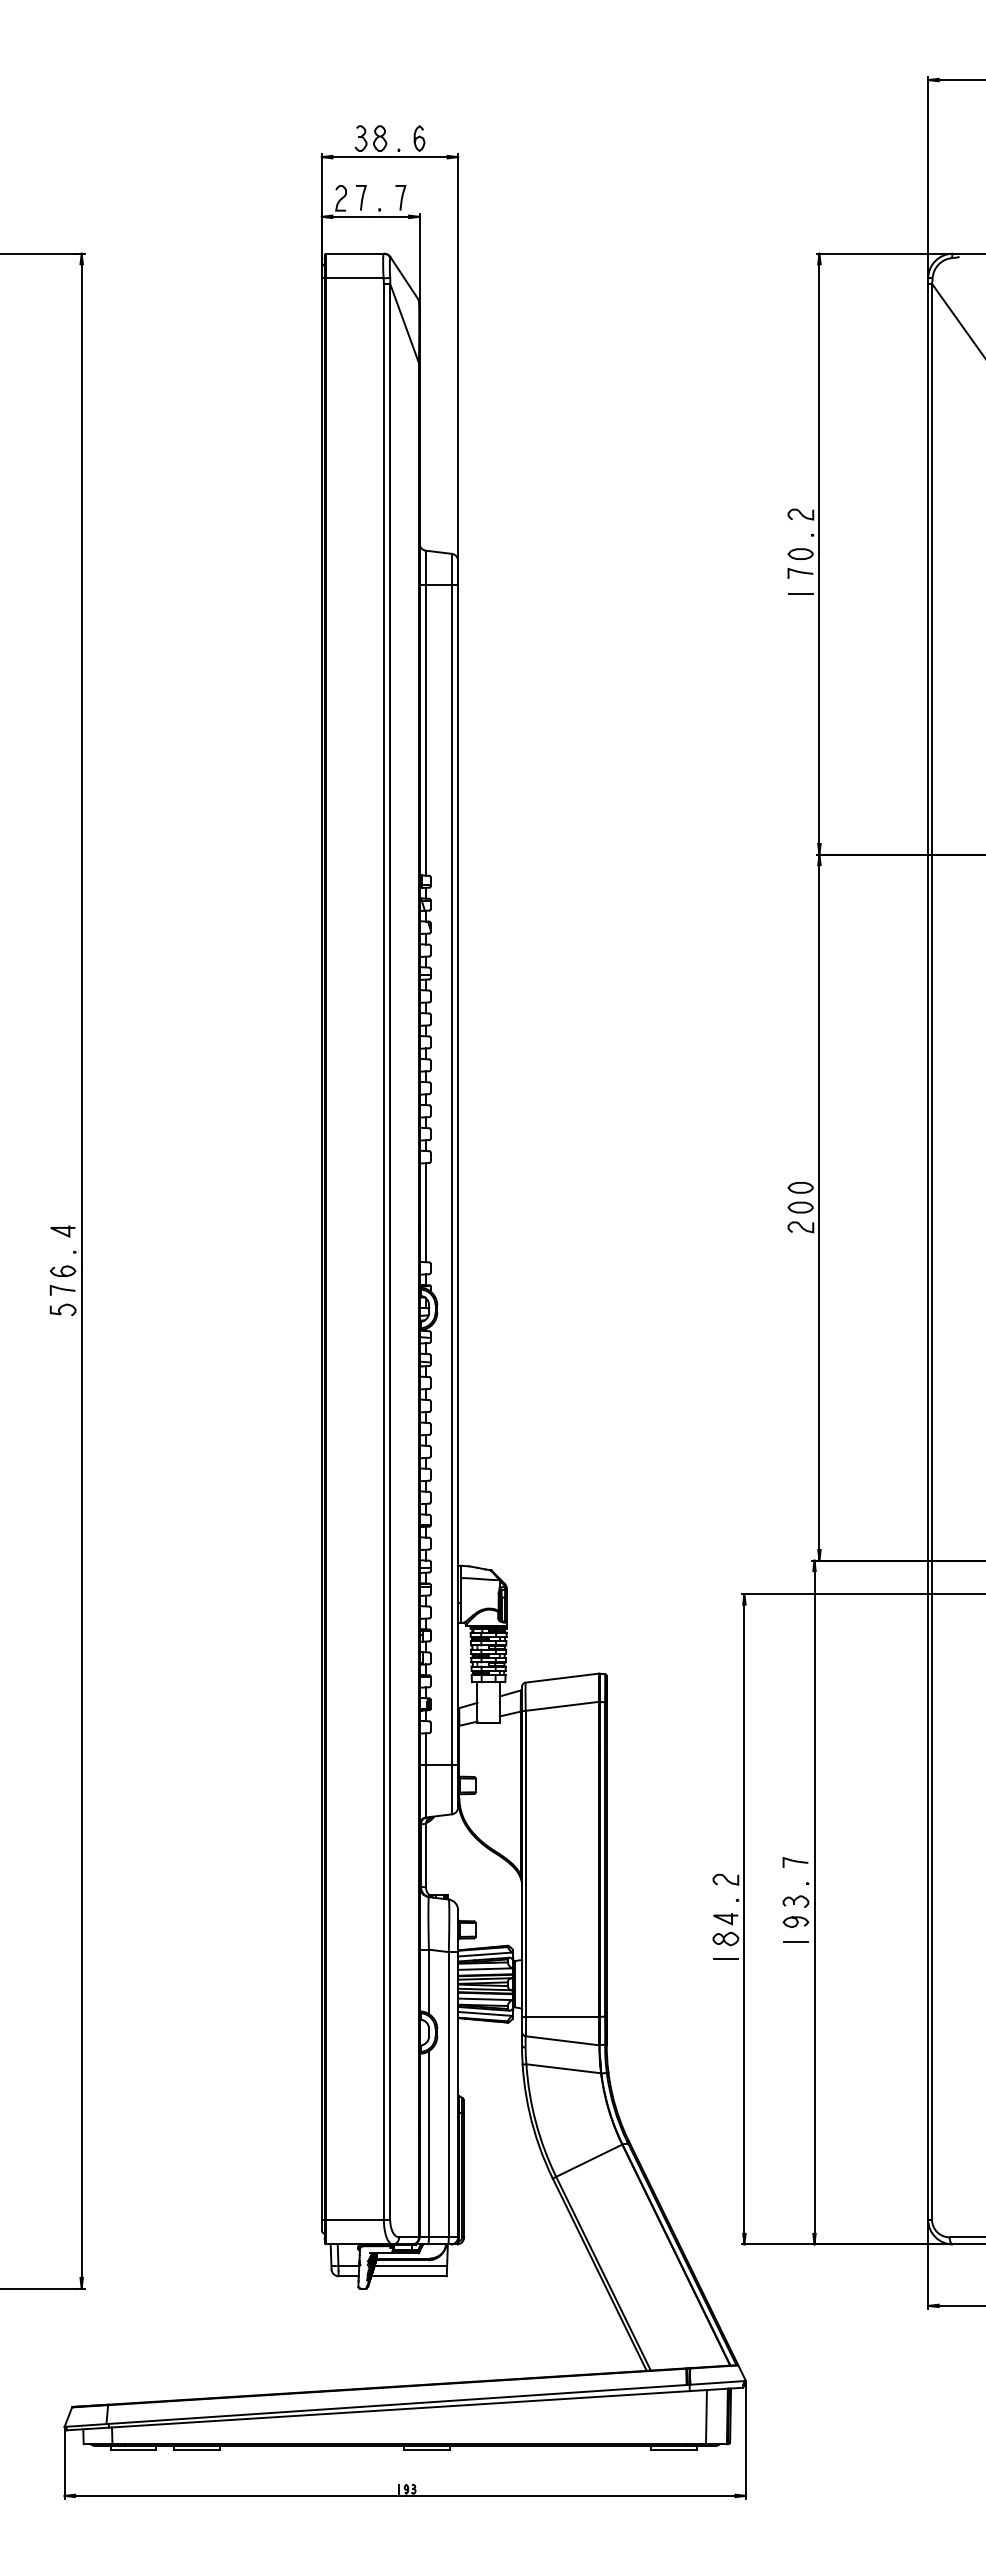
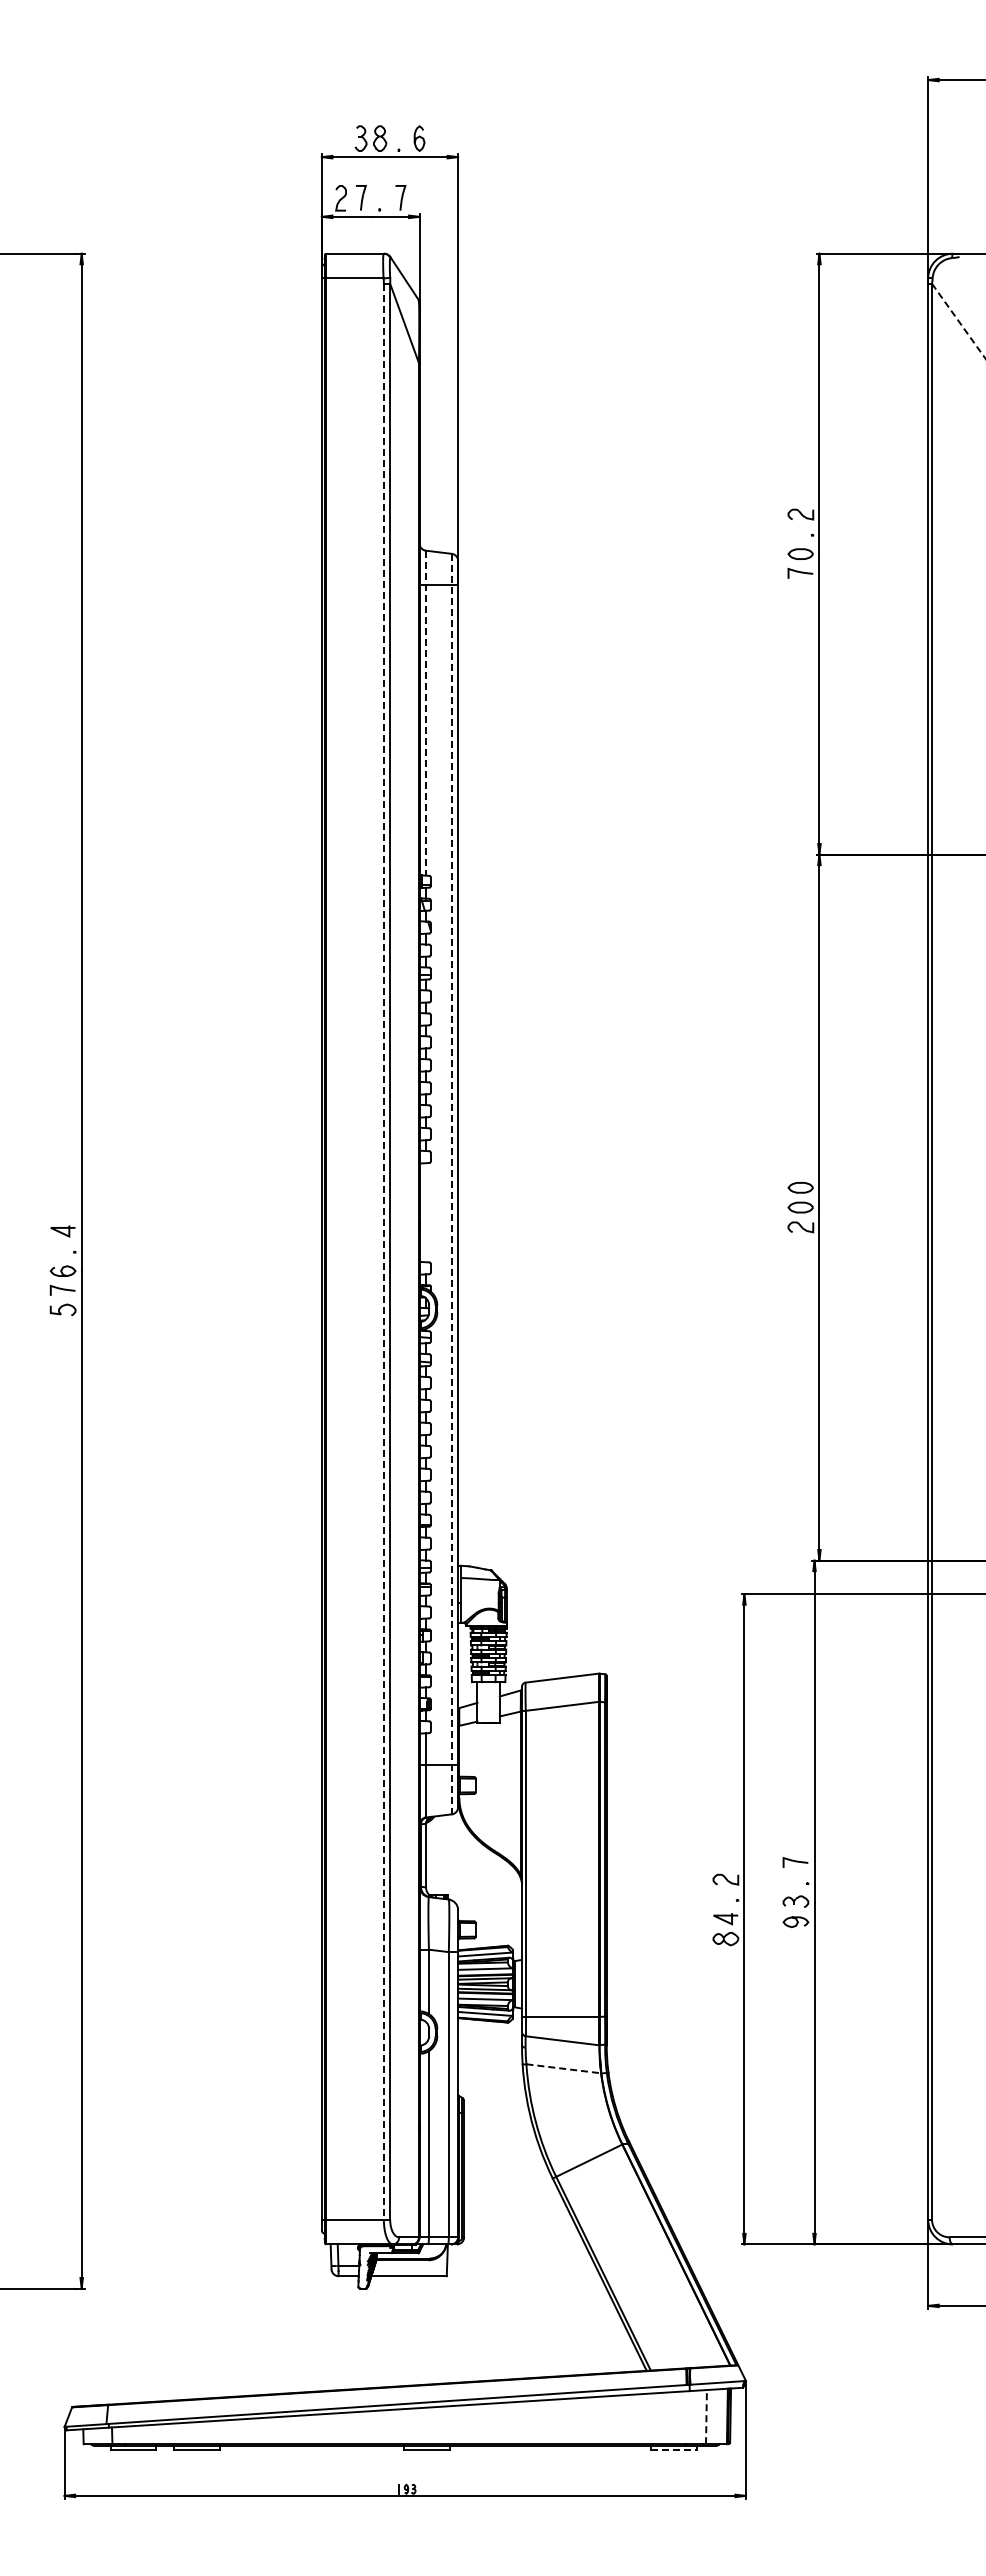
line at (959, 321): solid -> dashed
line at (800, 593): present -> none
line at (425, 713): solid -> dashed
line at (451, 1184): solid -> dashed
line at (425, 1212): present -> none
line at (383, 1251): solid -> dashed
line at (795, 1942): present -> none
line at (725, 1958): present -> none
line at (563, 2068): solid -> dashed
line at (410, 2265): present -> none
line at (706, 2416): solid -> dashed
line at (673, 2450): solid -> dashed
